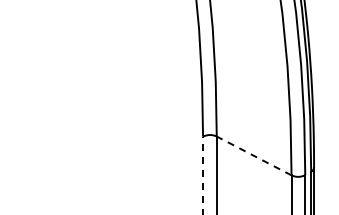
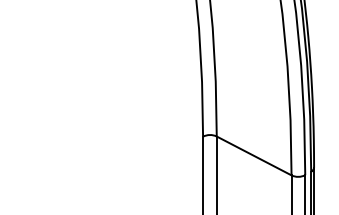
line at (253, 155): dashed -> solid
line at (203, 175): dashed -> solid
